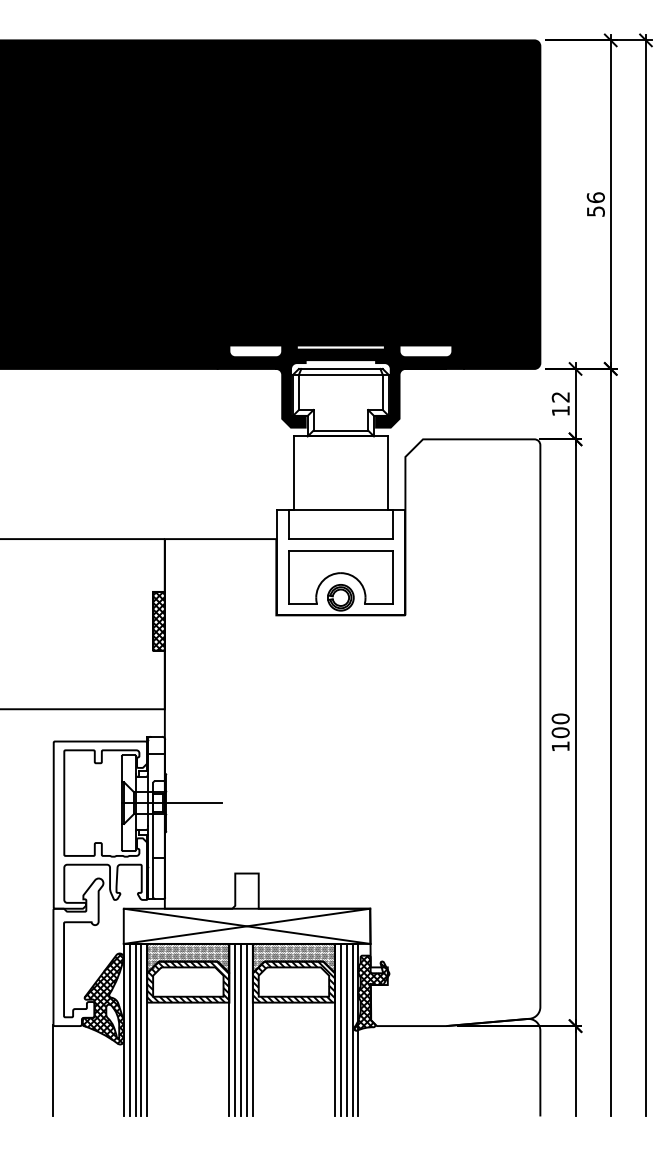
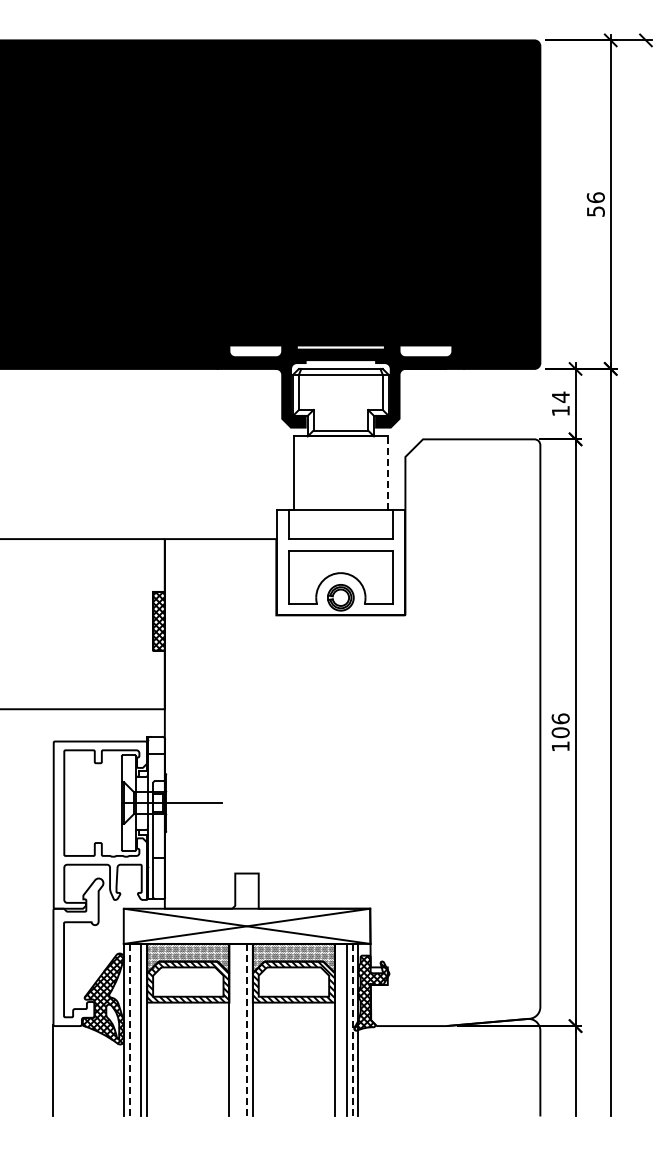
text at (560, 396): 12 -> 14
line at (388, 473): solid -> dashed
line at (645, 575): present -> none
text at (560, 718): 100 -> 106
line at (135, 1029): present -> none
line at (235, 1029): present -> none
line at (241, 1029): present -> none
line at (340, 1029): present -> none
line at (352, 1029): solid -> dashed
line at (129, 1030): solid -> dashed
line at (247, 1030): solid -> dashed
